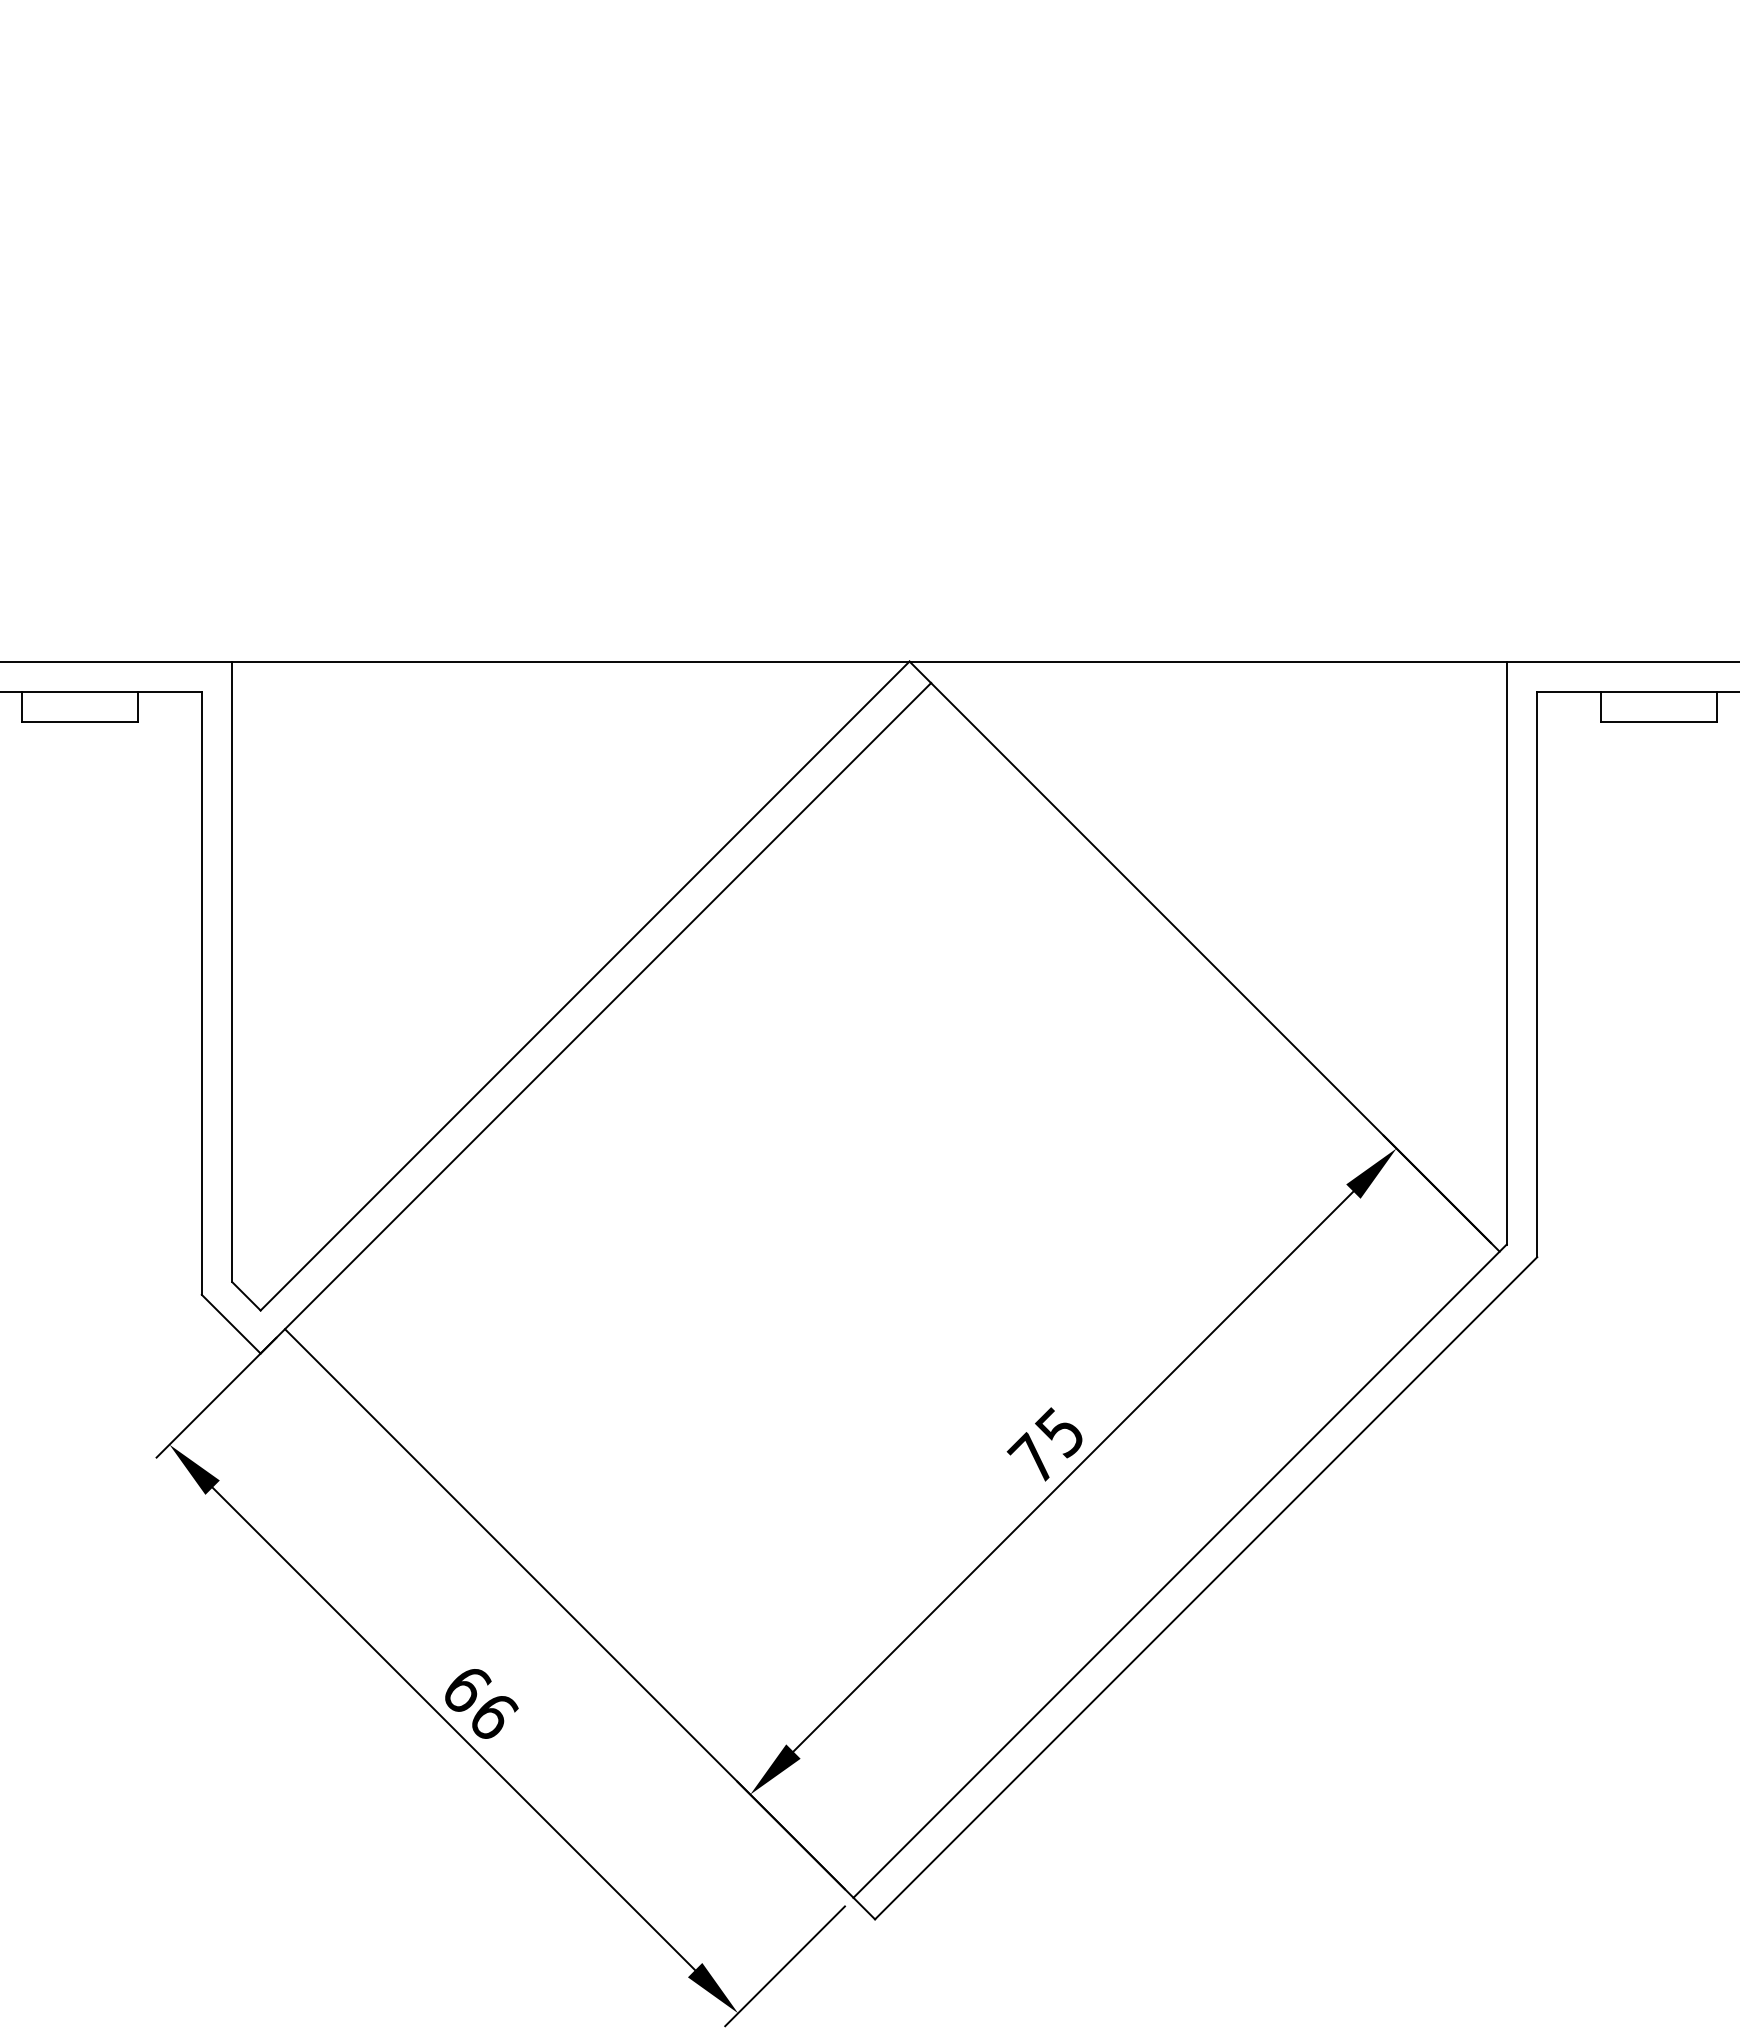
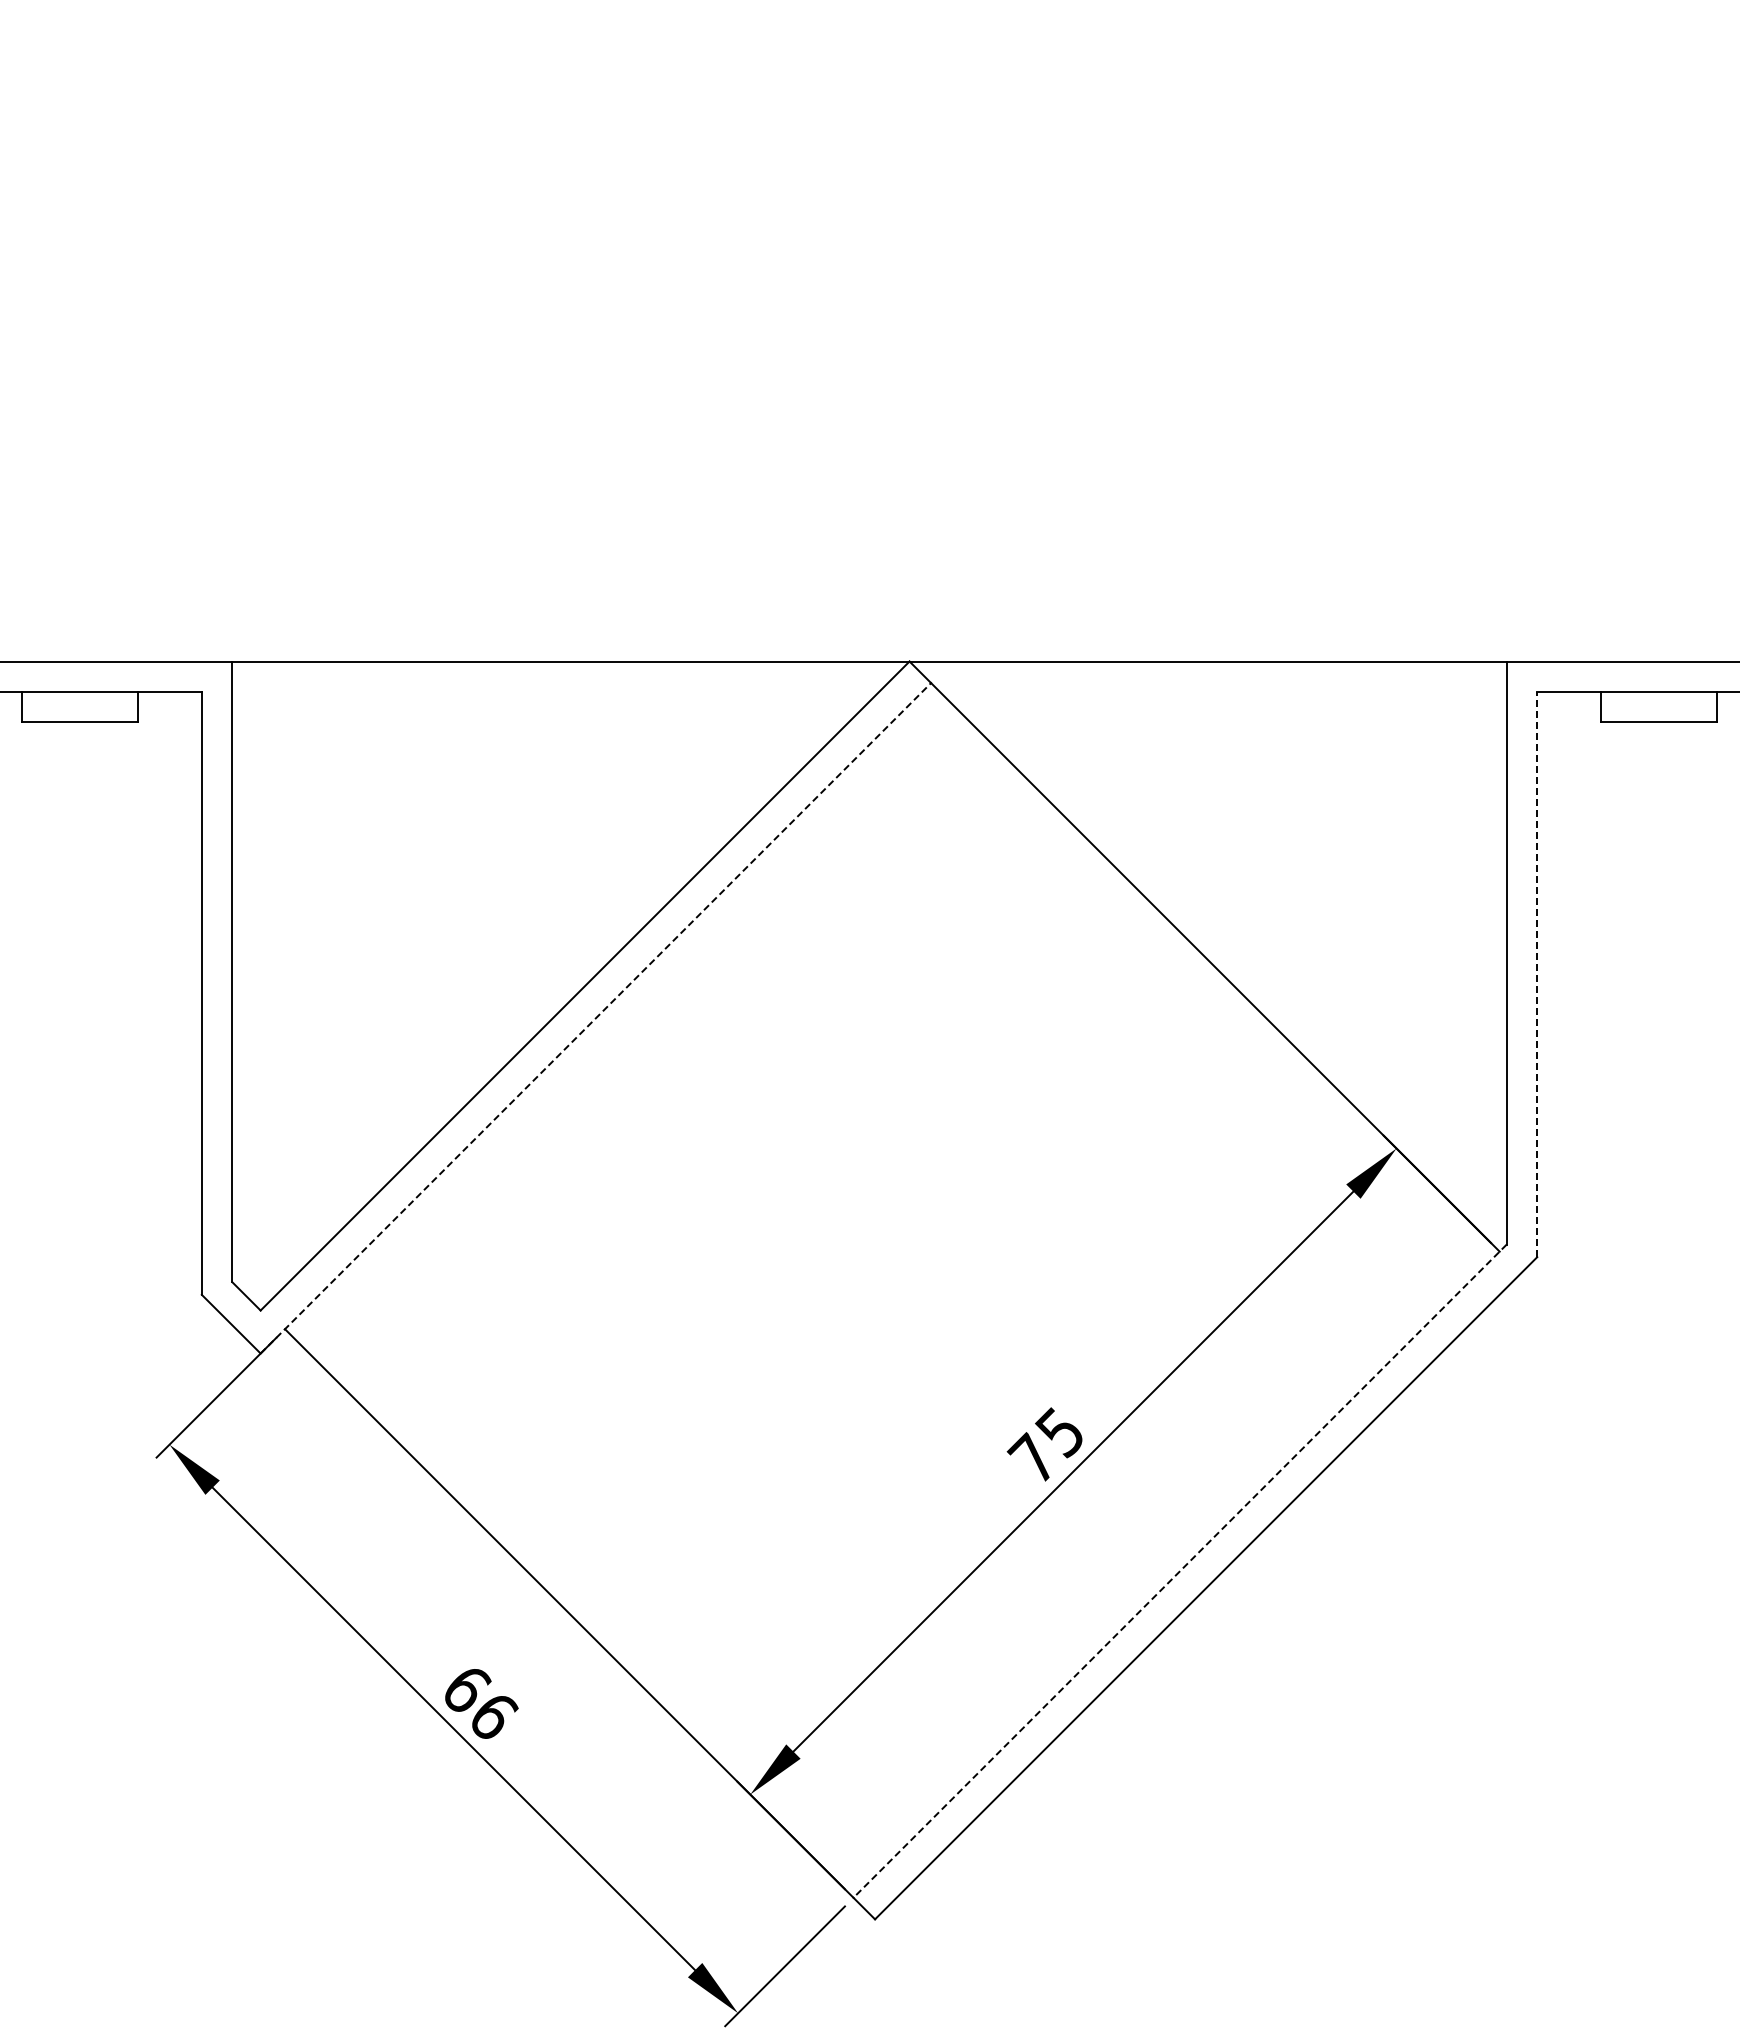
line at (1537, 974): solid -> dashed
line at (596, 1017): solid -> dashed
line at (1180, 1571): solid -> dashed
